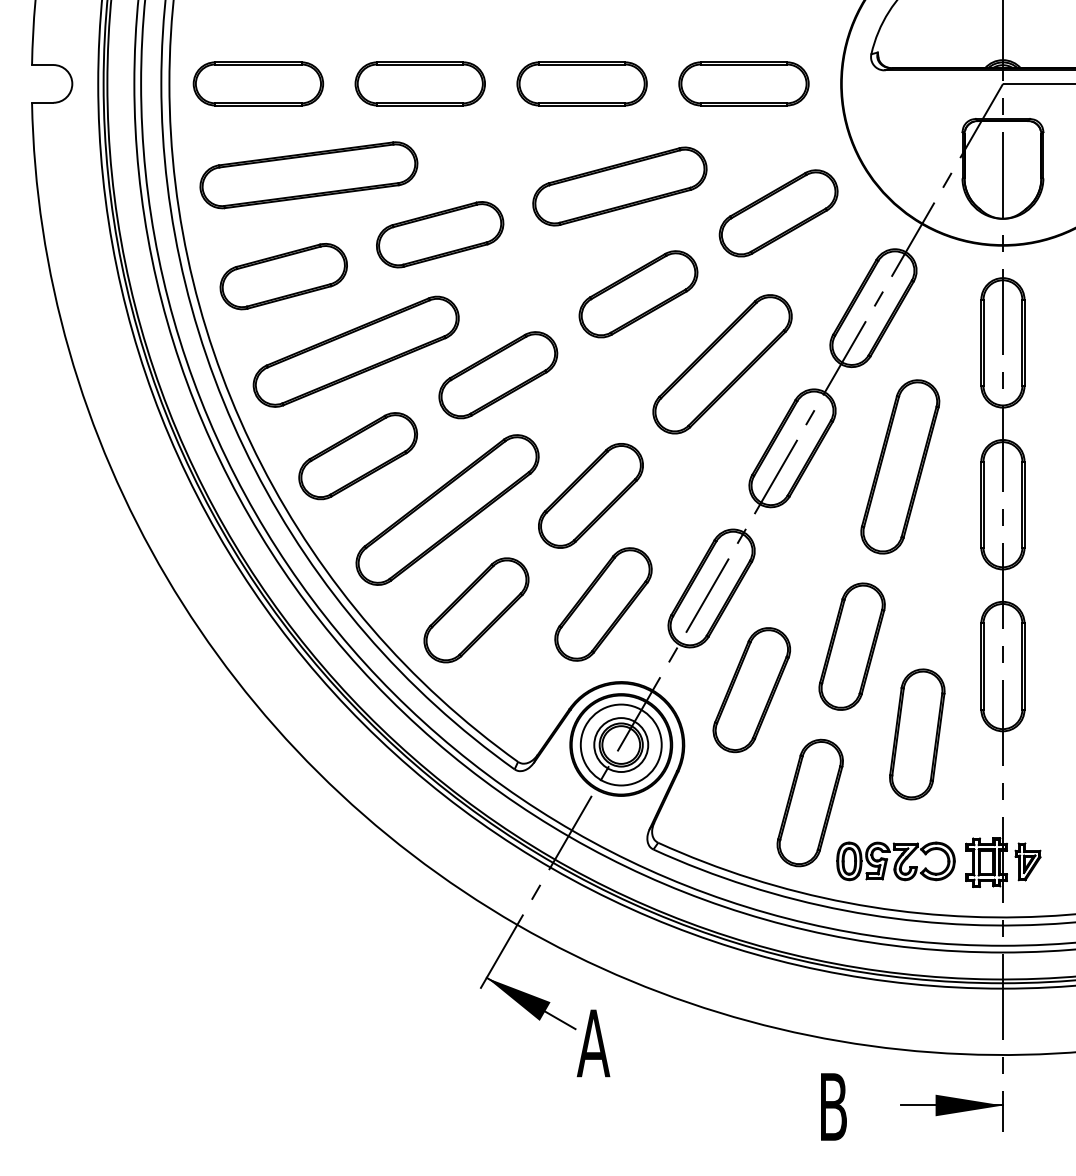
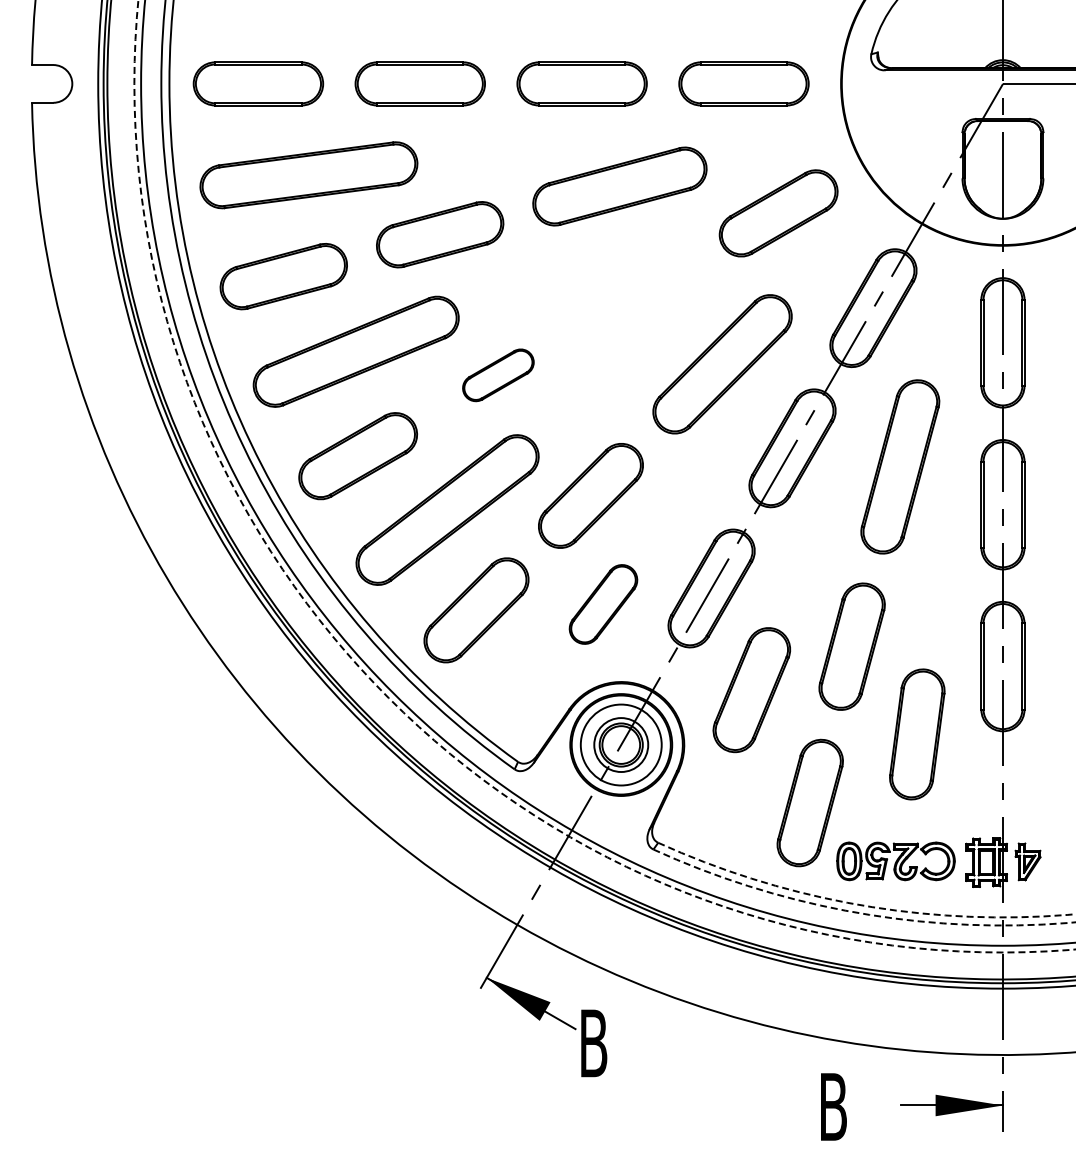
part at (638, 294): present -> none
part at (498, 375) size: 121x89 px -> 73x55 px
circle at (604, 476): solid -> dashed
part at (603, 604) size: 99x115 px -> 71x81 px
arc at (863, 905): solid -> dashed
arc at (858, 913): solid -> dashed
text at (593, 1043): A -> B
